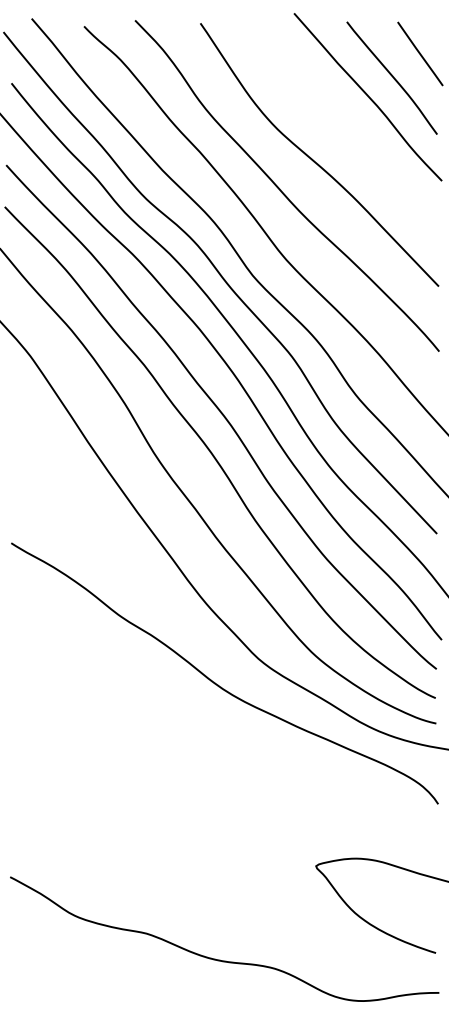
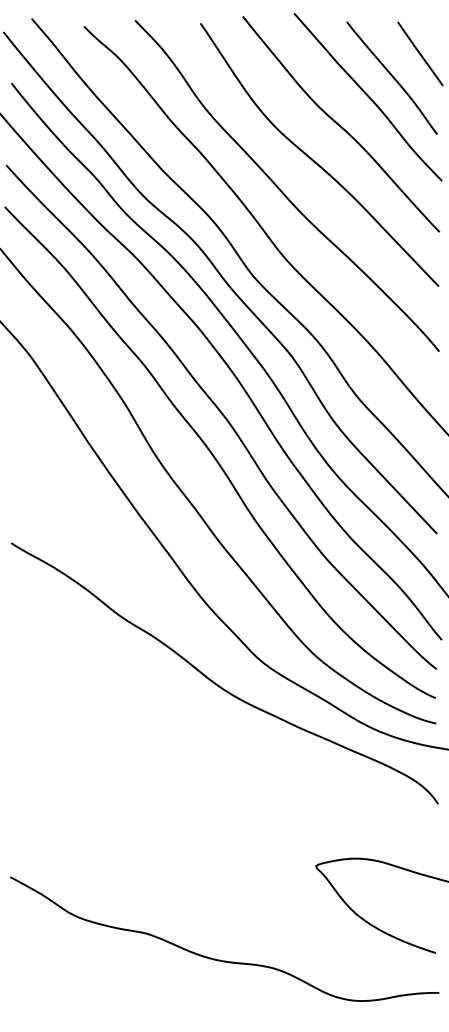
curve at (340, 125): none -> present
